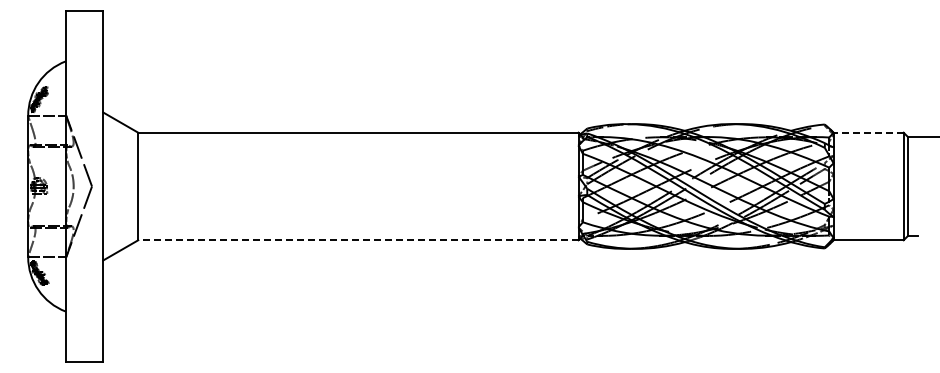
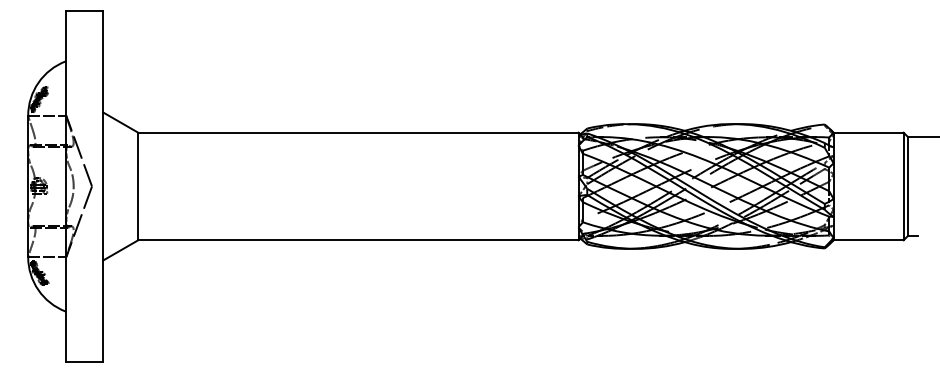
line at (868, 132): dashed -> solid
line at (357, 240): dashed -> solid
